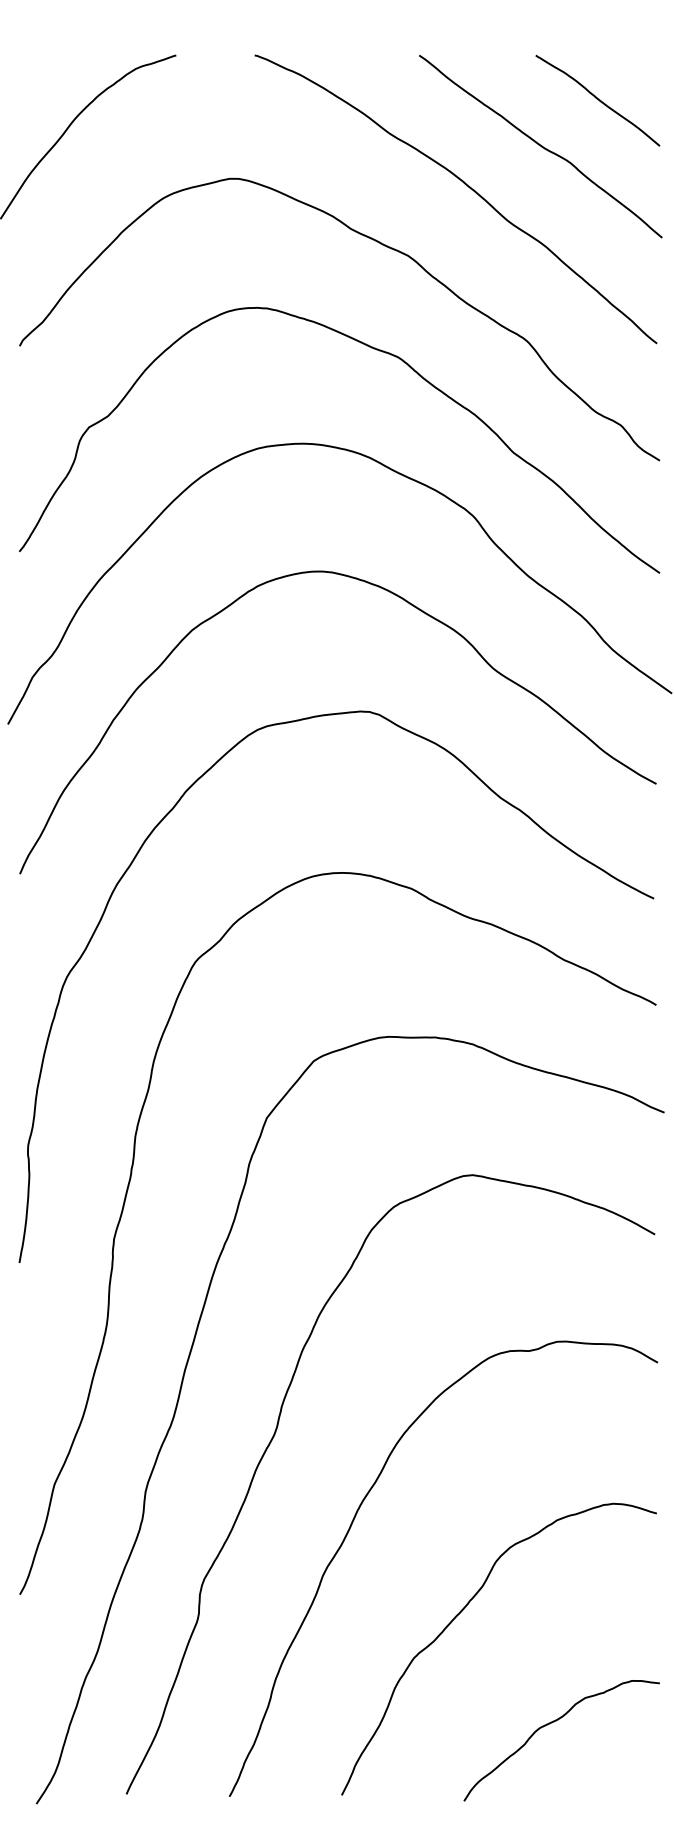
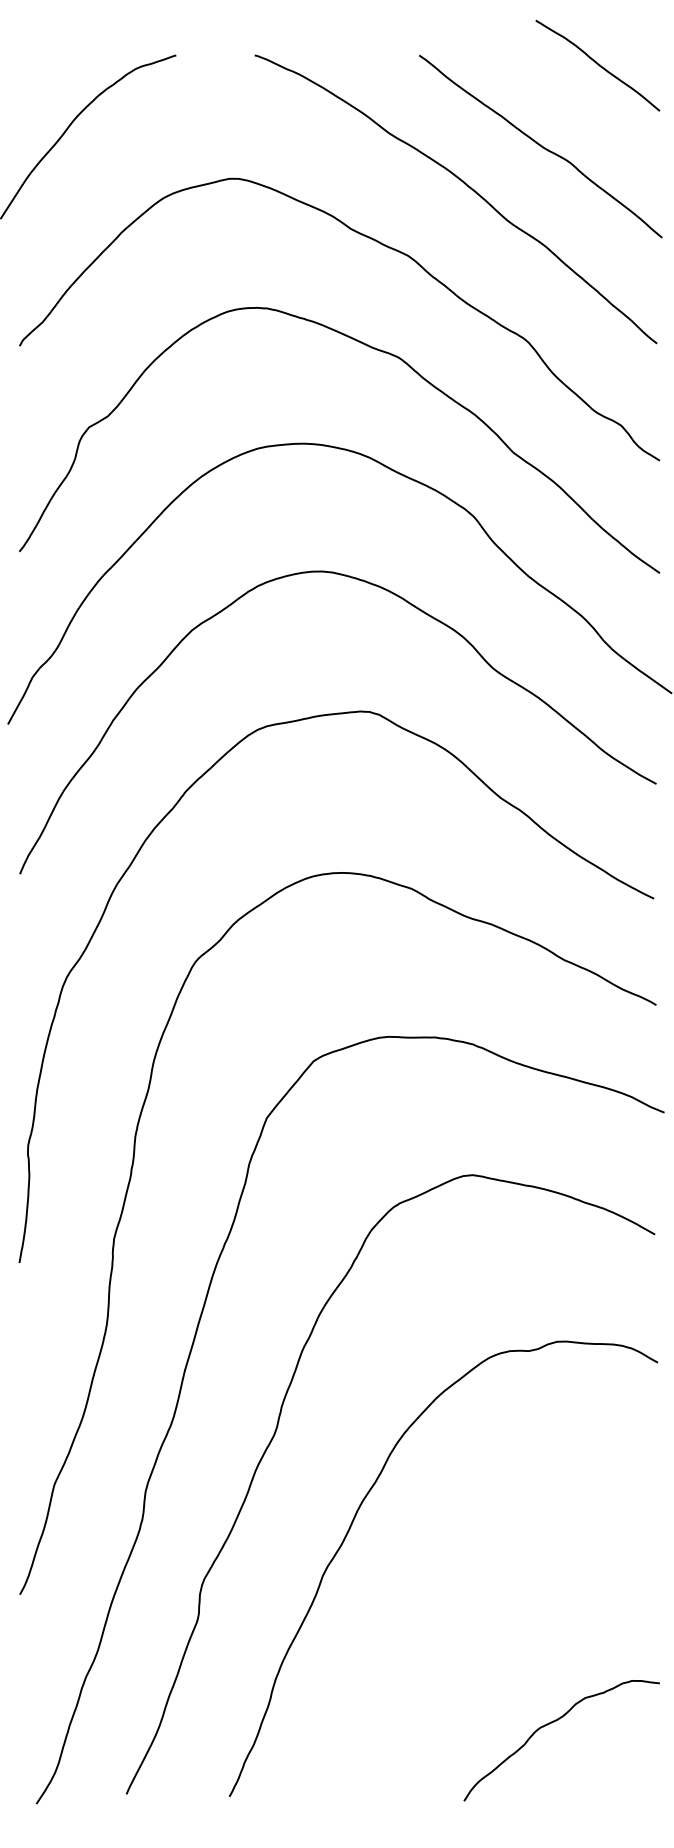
curve at (597, 99) position: (597, 99) -> (597, 64)
curve at (462, 1611): present -> none
